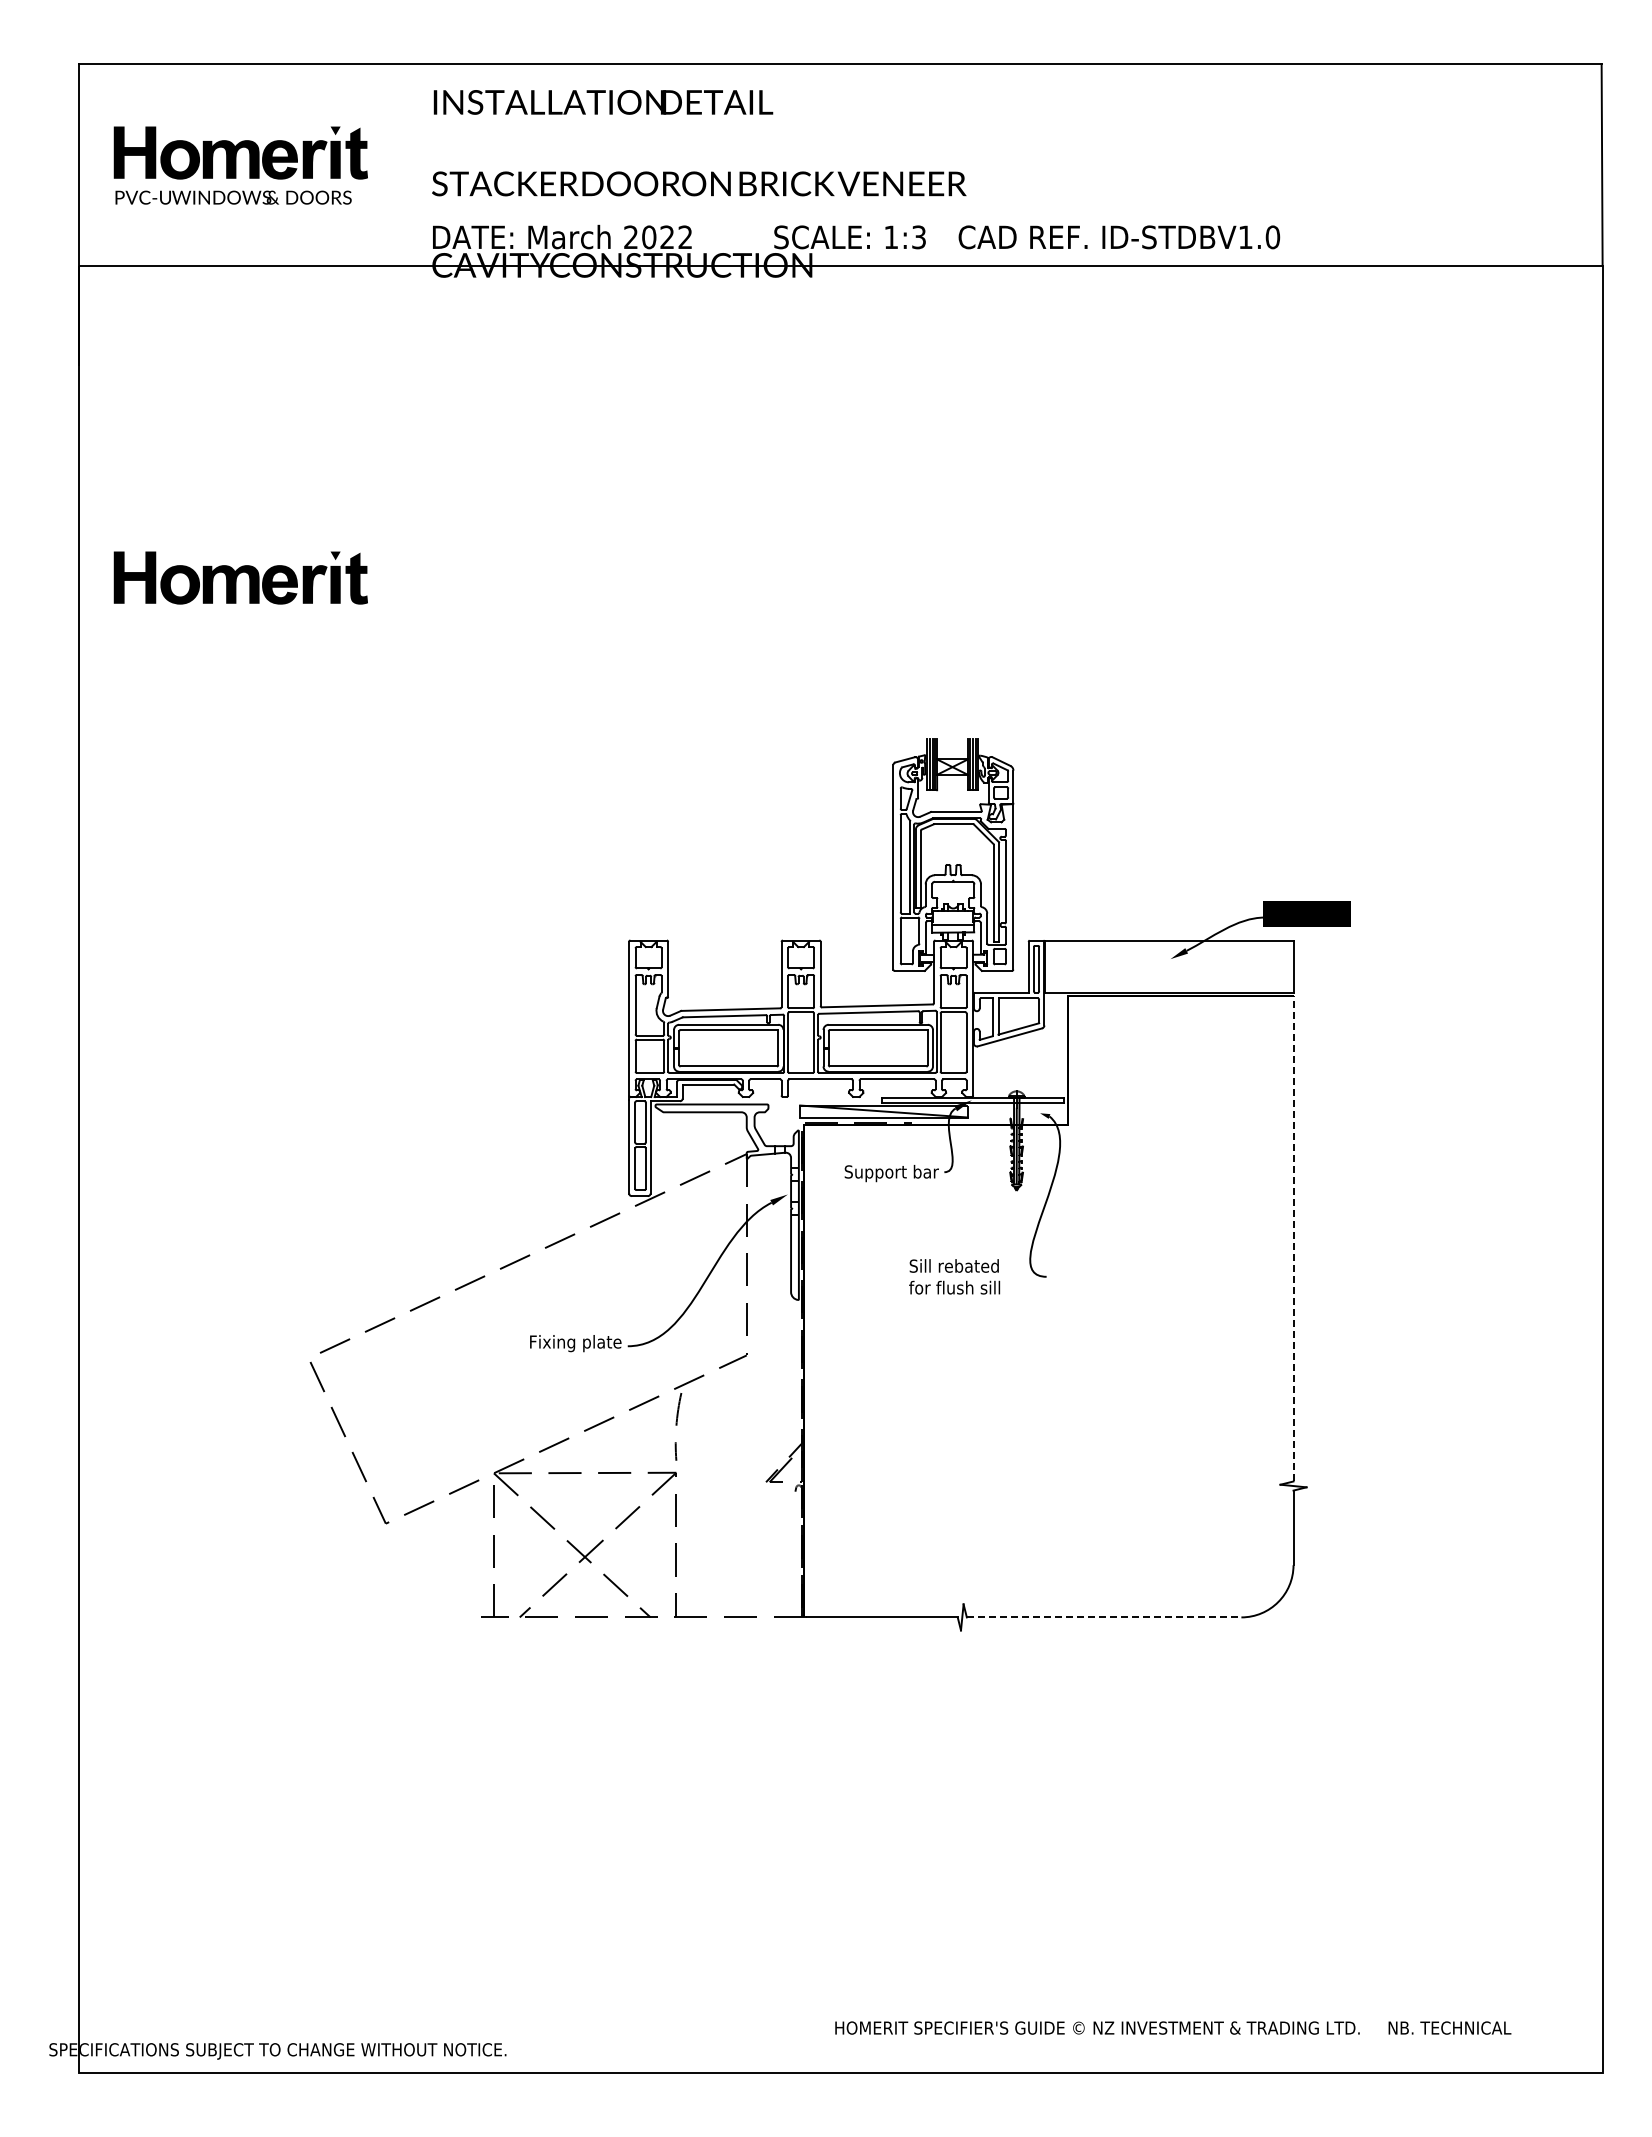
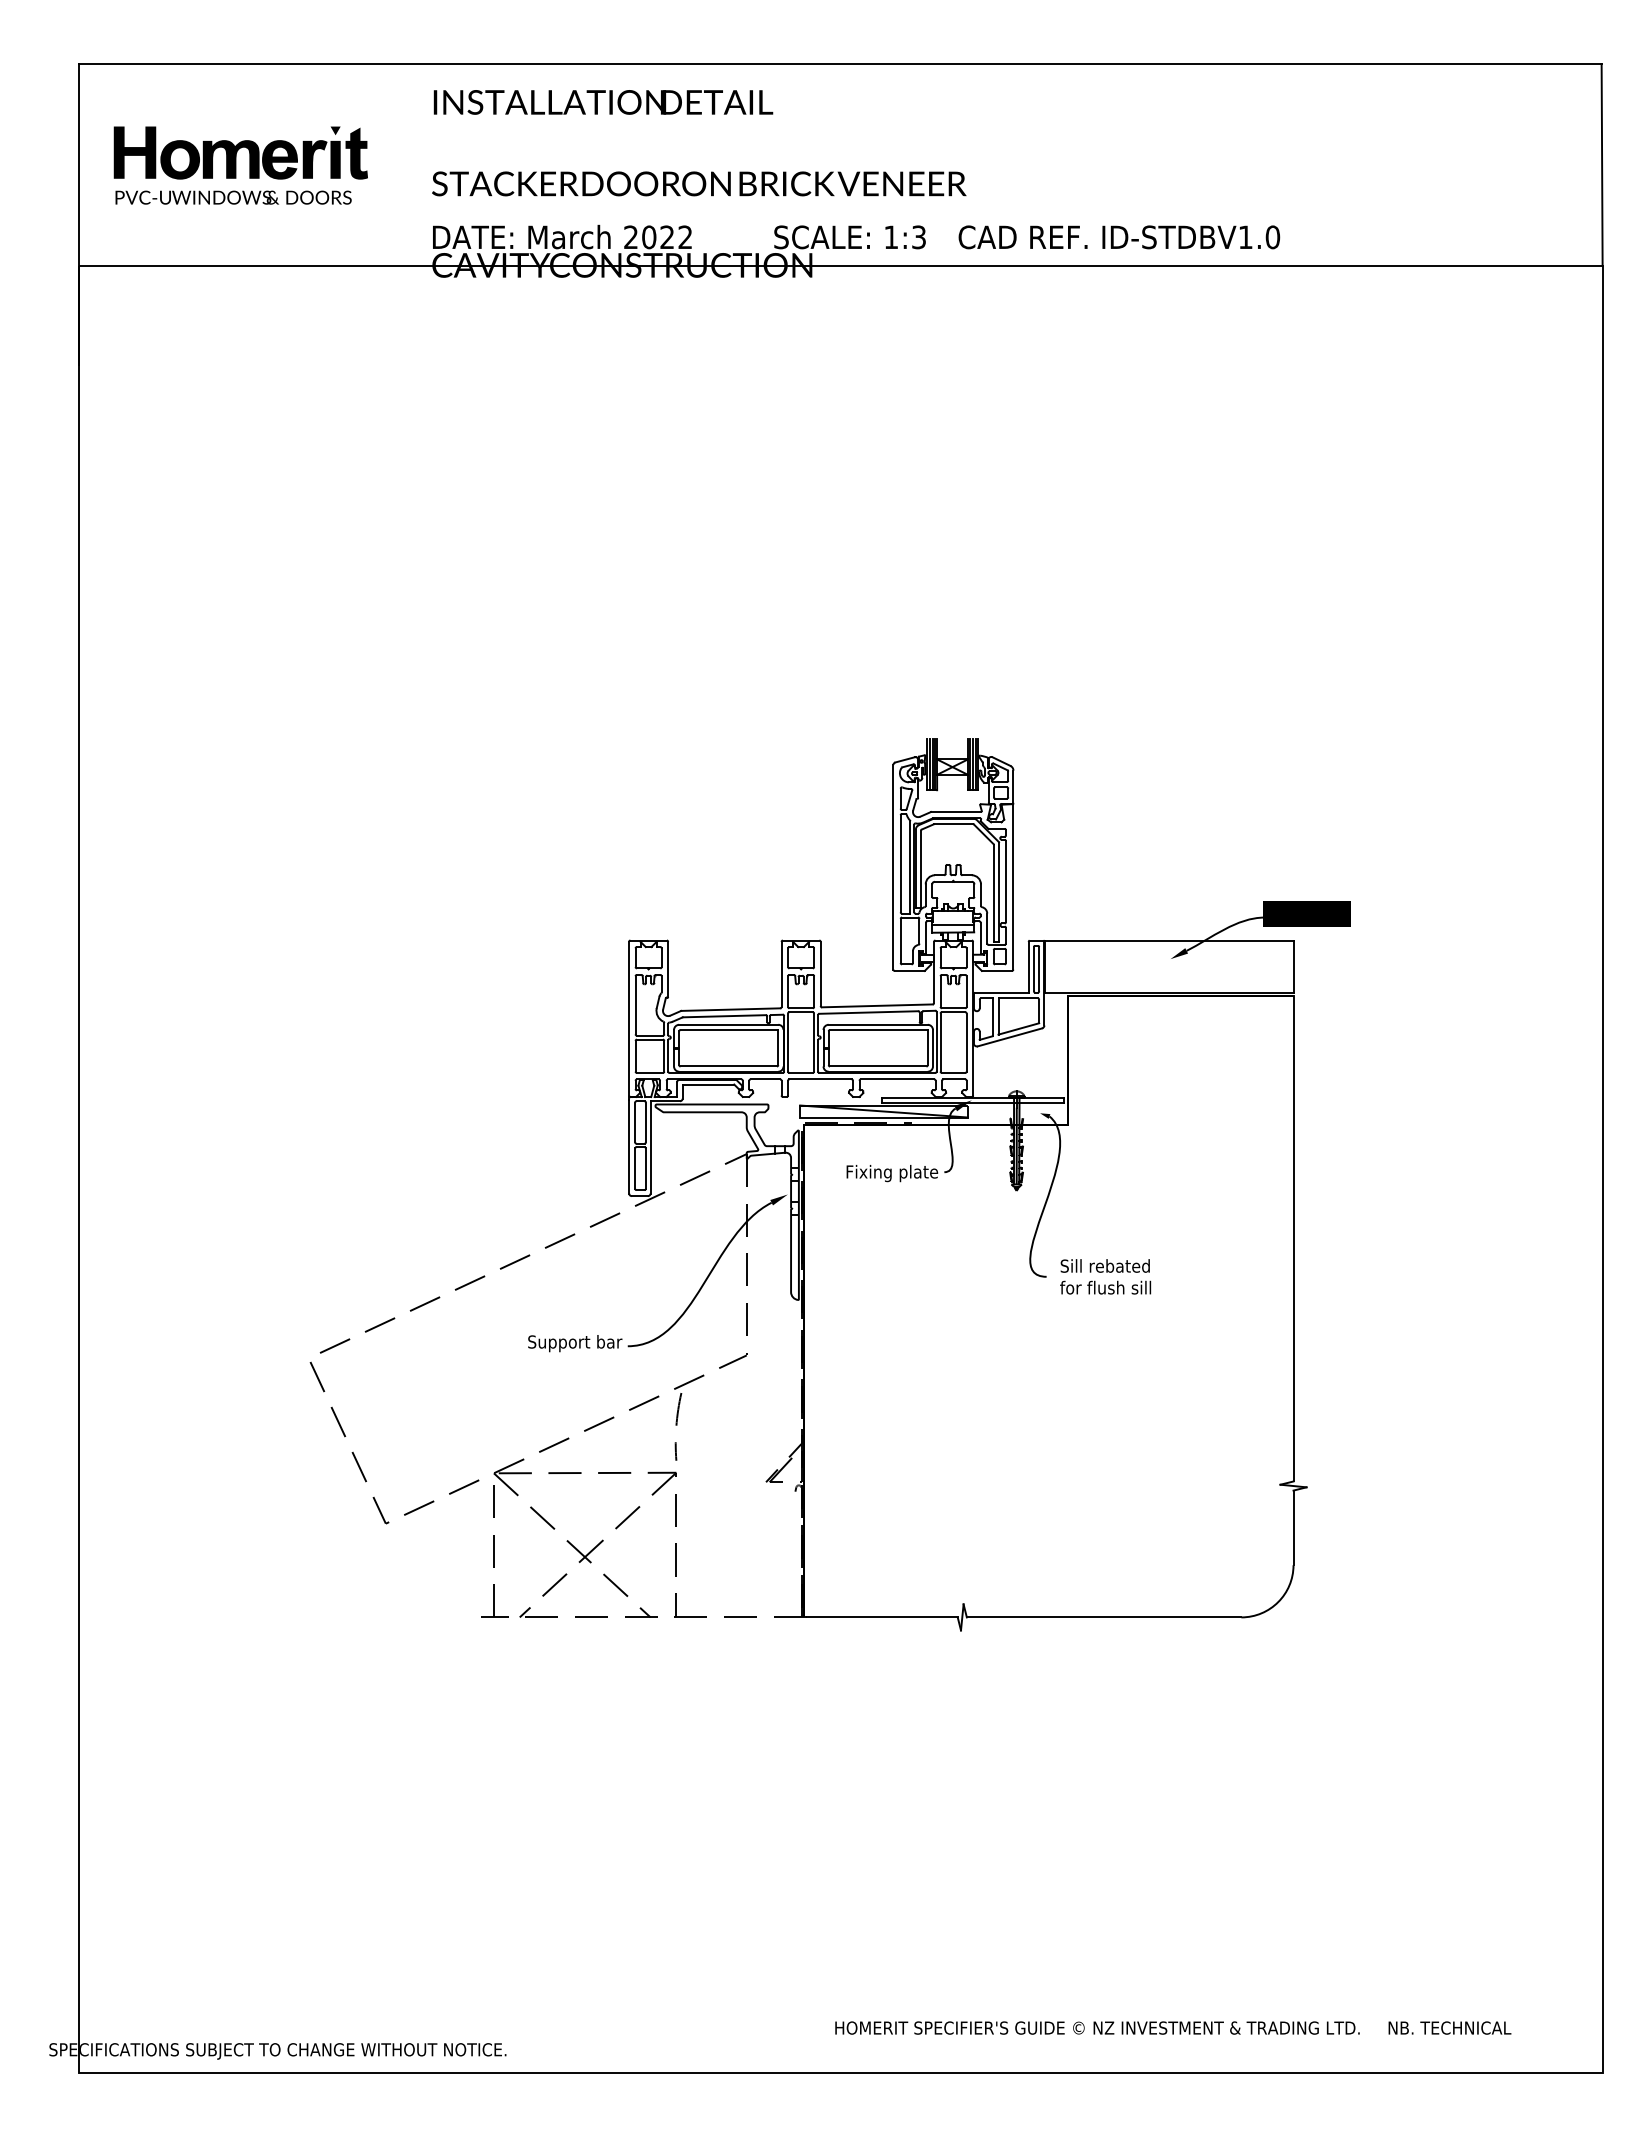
part at (240, 577): present -> none
text at (891, 1173): Support bar -> Fixing plate
line at (1293, 1238): dashed -> solid
text at (954, 1276) position: (954, 1276) -> (1105, 1276)
text at (575, 1343): Fixing plate -> Support bar
line at (1104, 1617): dashed -> solid
